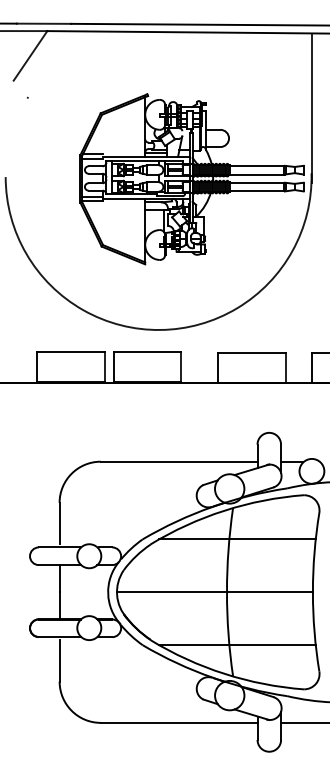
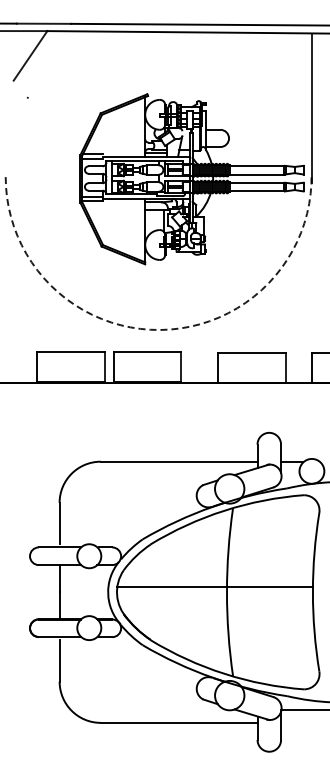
arc at (160, 329): solid -> dashed
line at (237, 539): present -> none
line at (214, 592) position: (214, 592) -> (214, 587)
line at (237, 645): present -> none
line at (303, 722) position: (303, 722) -> (303, 709)
